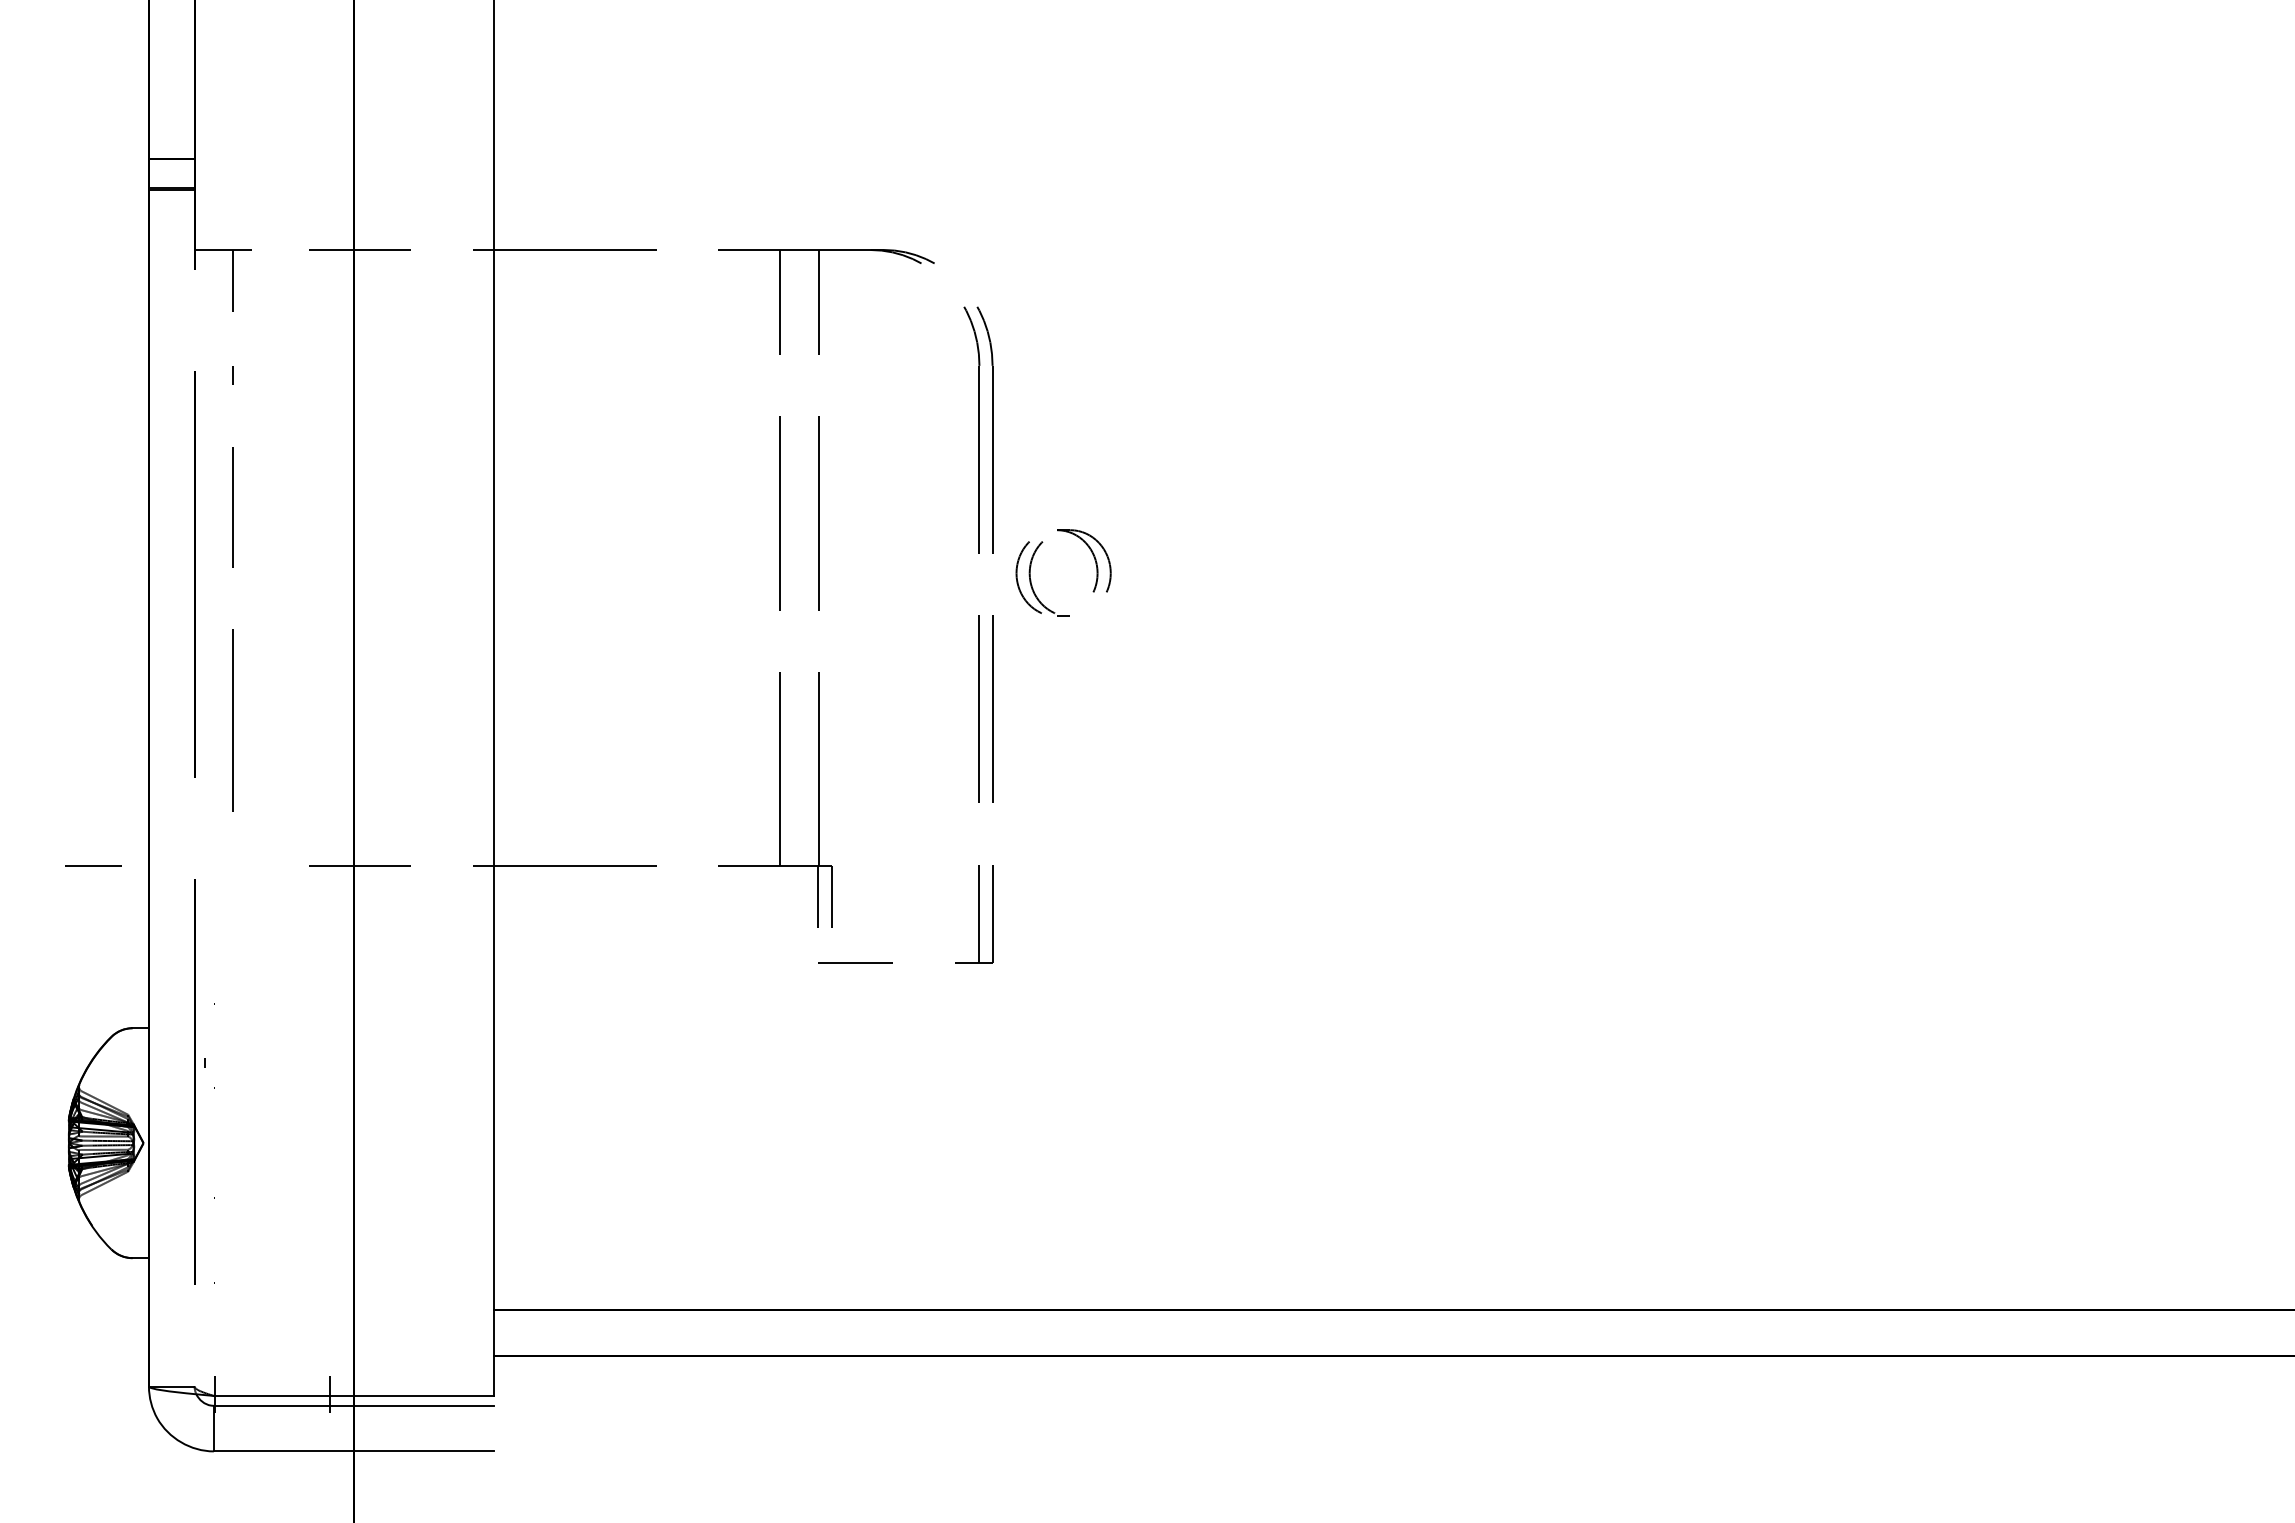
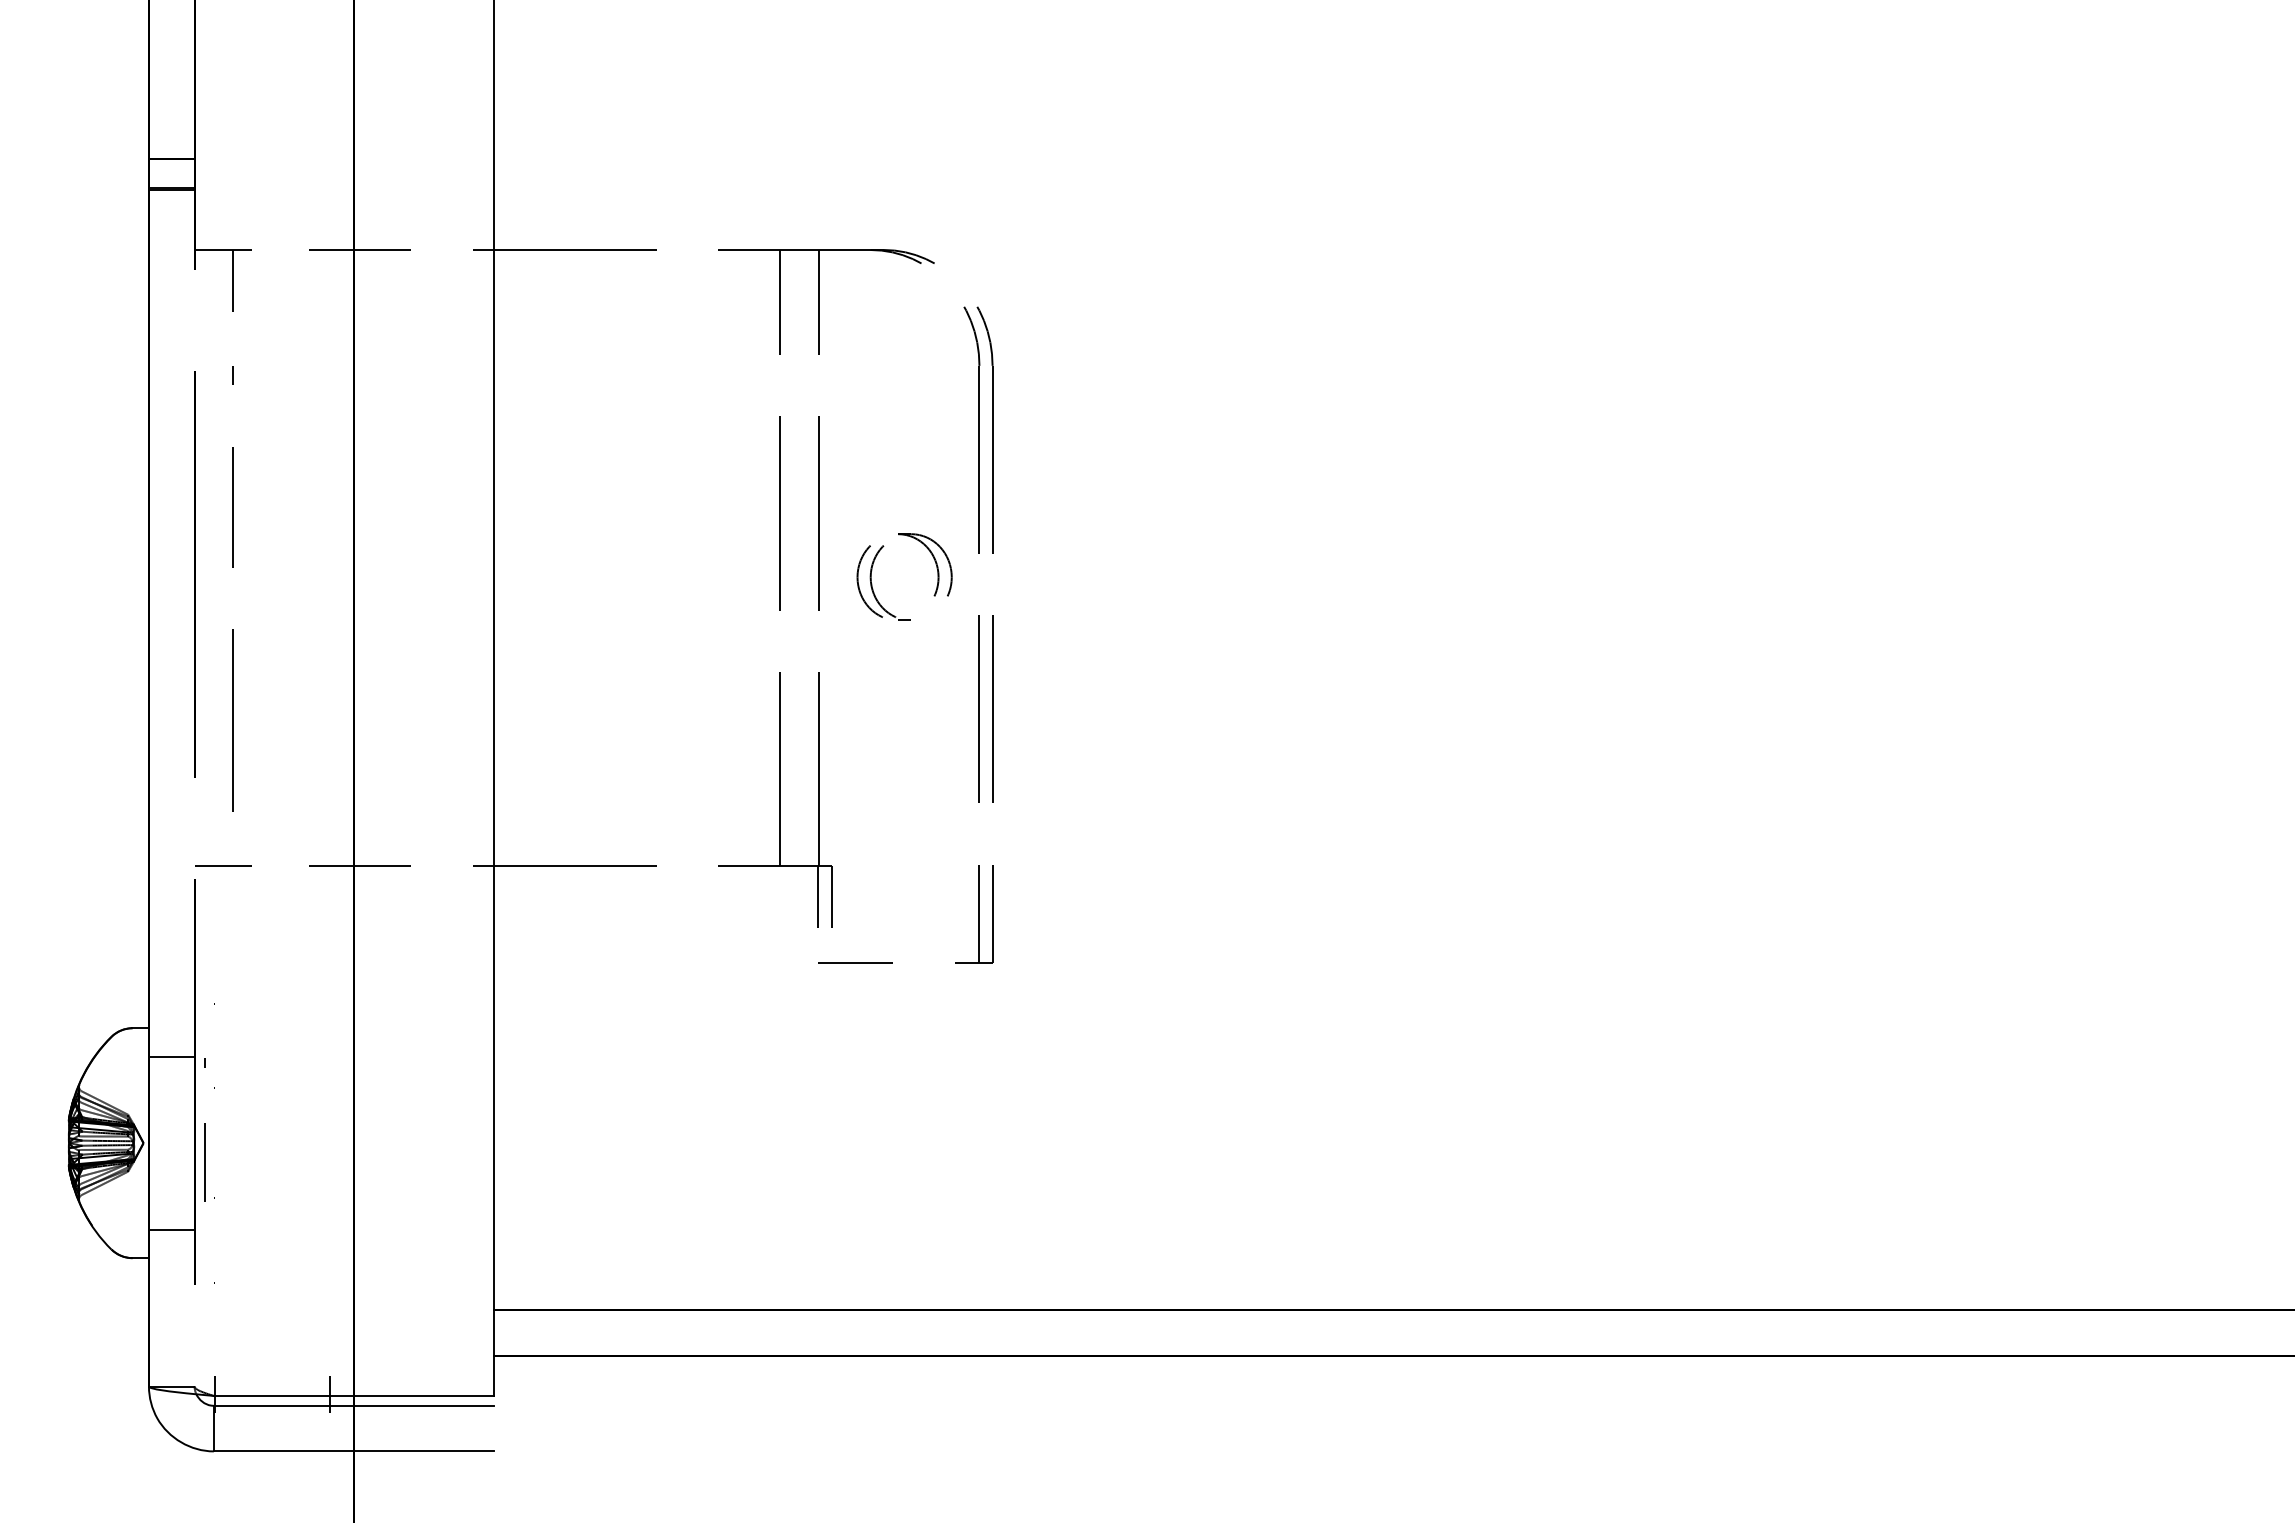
part at (1031, 566) position: (1031, 566) -> (872, 570)
line at (93, 865) position: (93, 865) -> (223, 865)
line at (171, 1056): none -> present
line at (204, 1162): none -> present
line at (171, 1229): none -> present
